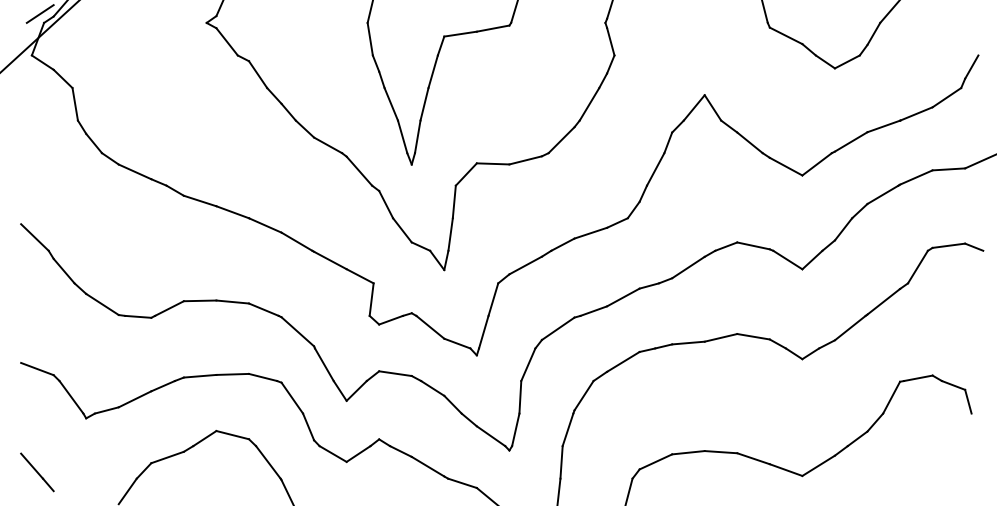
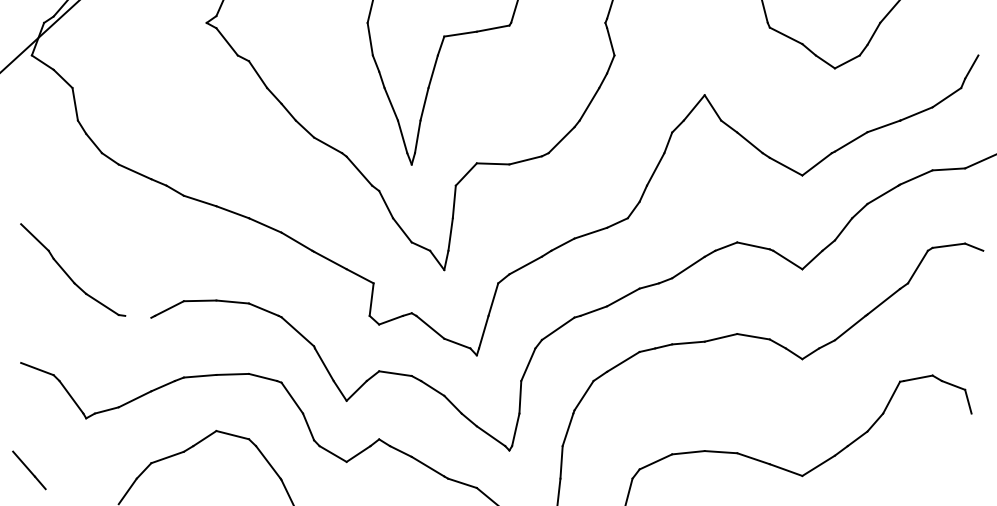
line at (39, 13): present -> none
line at (138, 316): present -> none
line at (37, 472) position: (37, 472) -> (29, 470)
